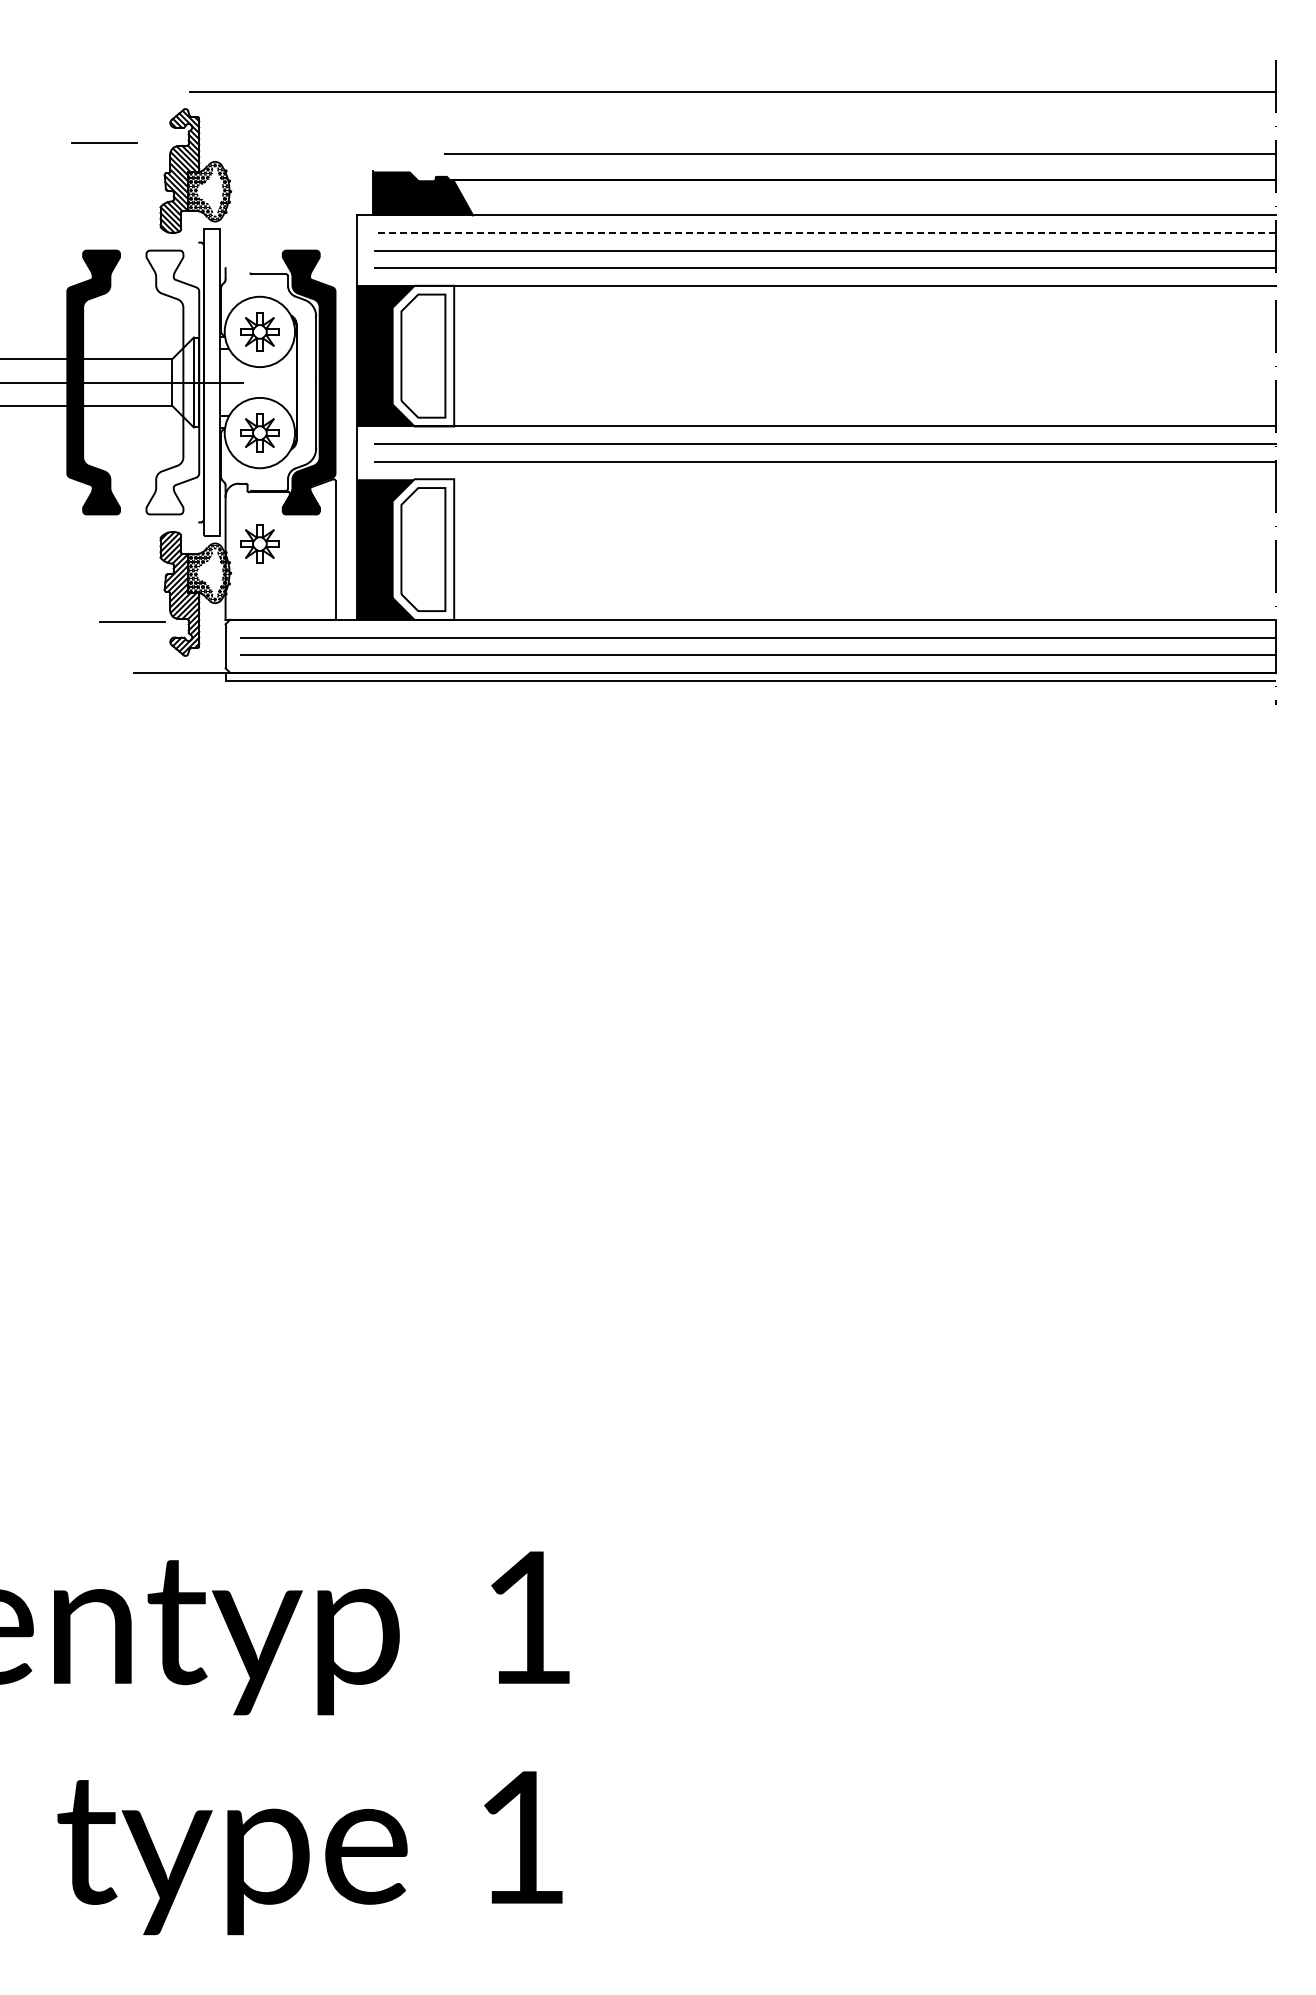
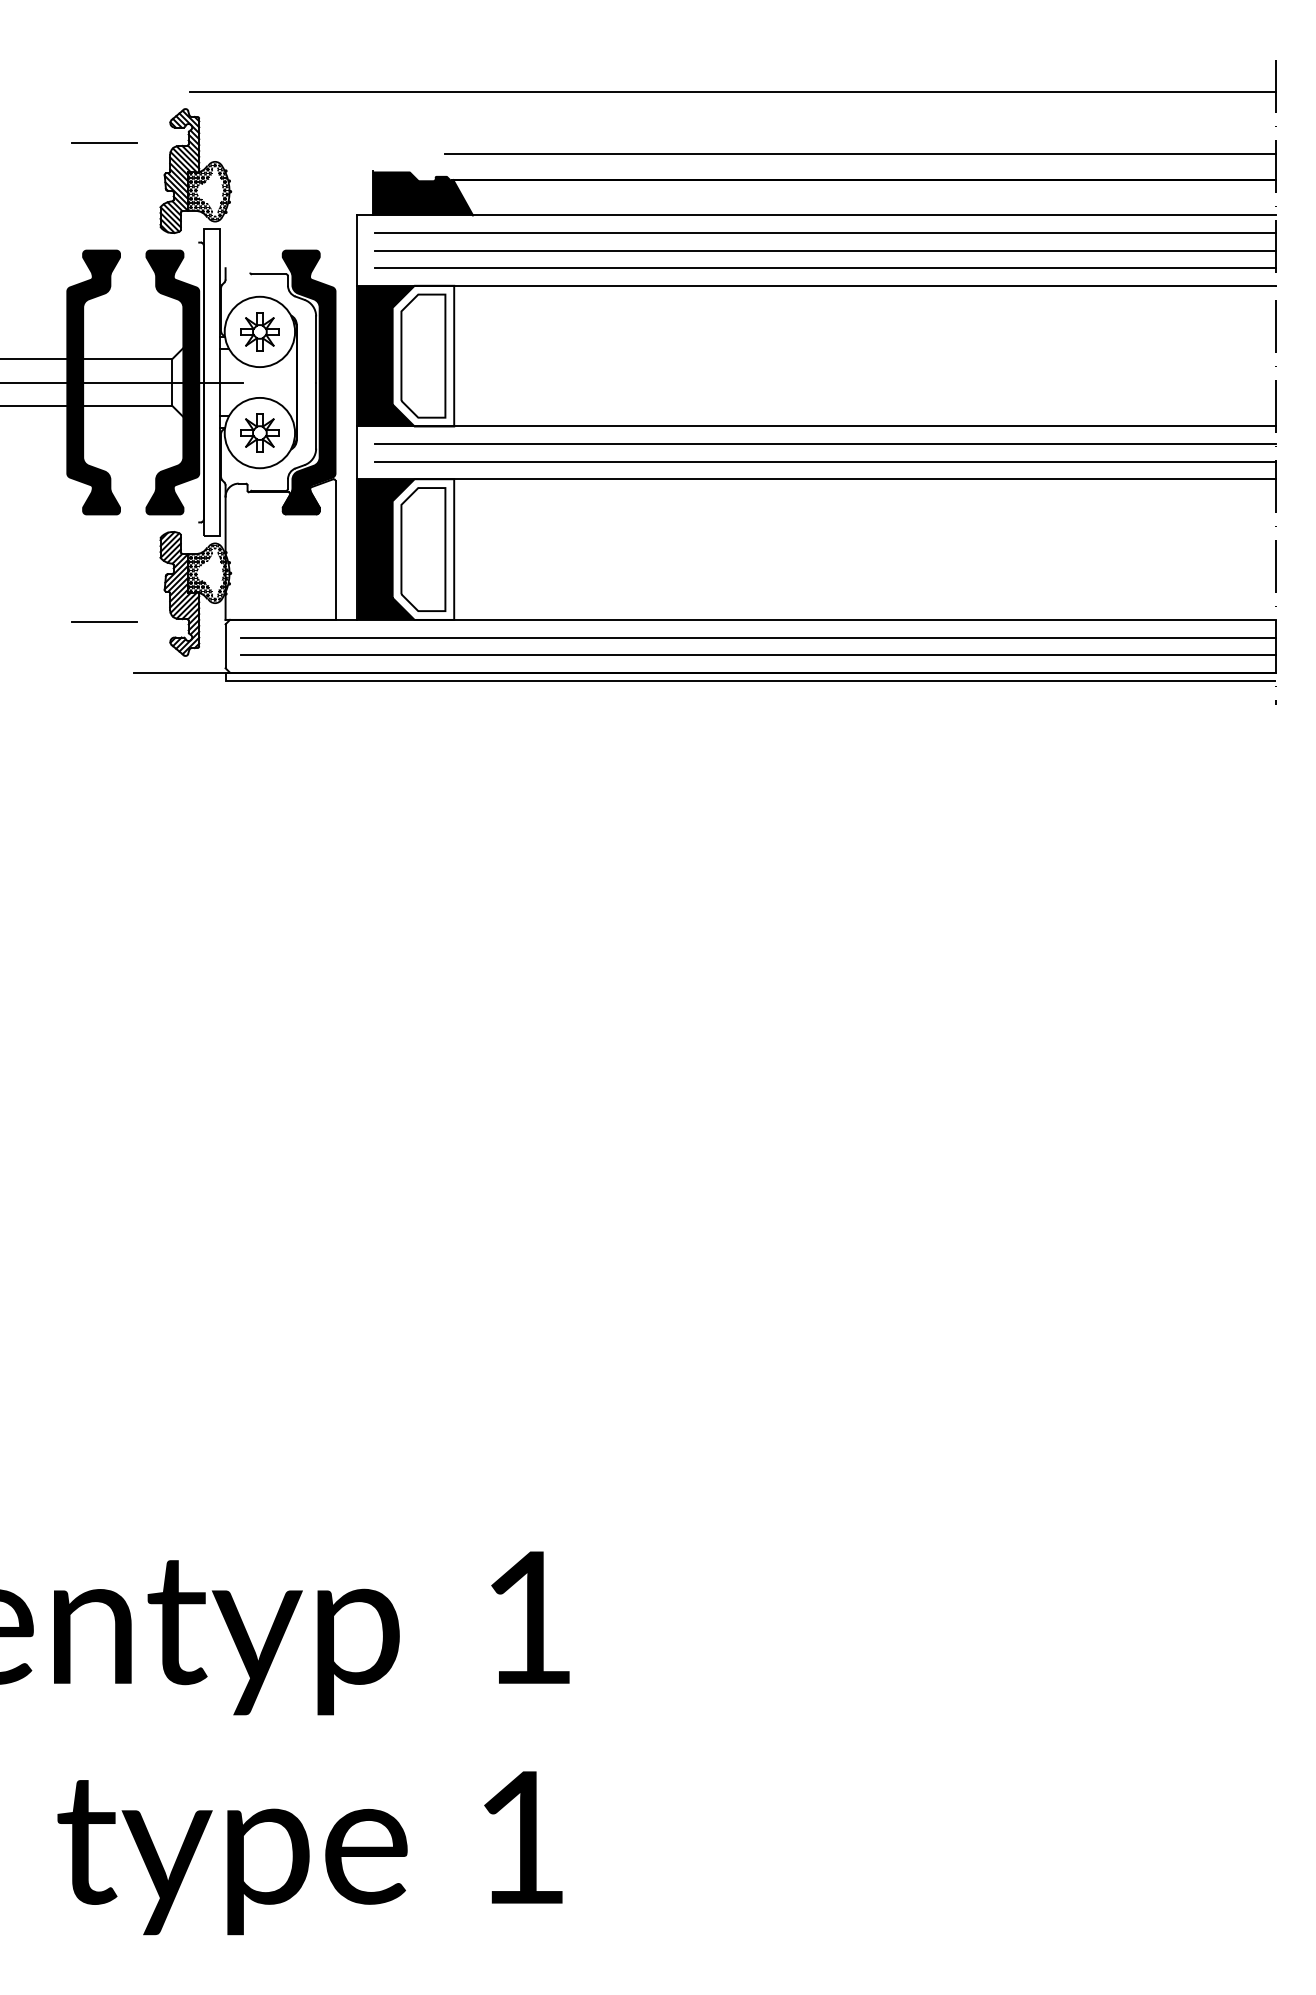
line at (825, 233): dashed -> solid
fill at (172, 382): none -> present
line at (816, 479): none -> present
part at (259, 543): present -> none
line at (132, 621) position: (132, 621) -> (104, 621)
